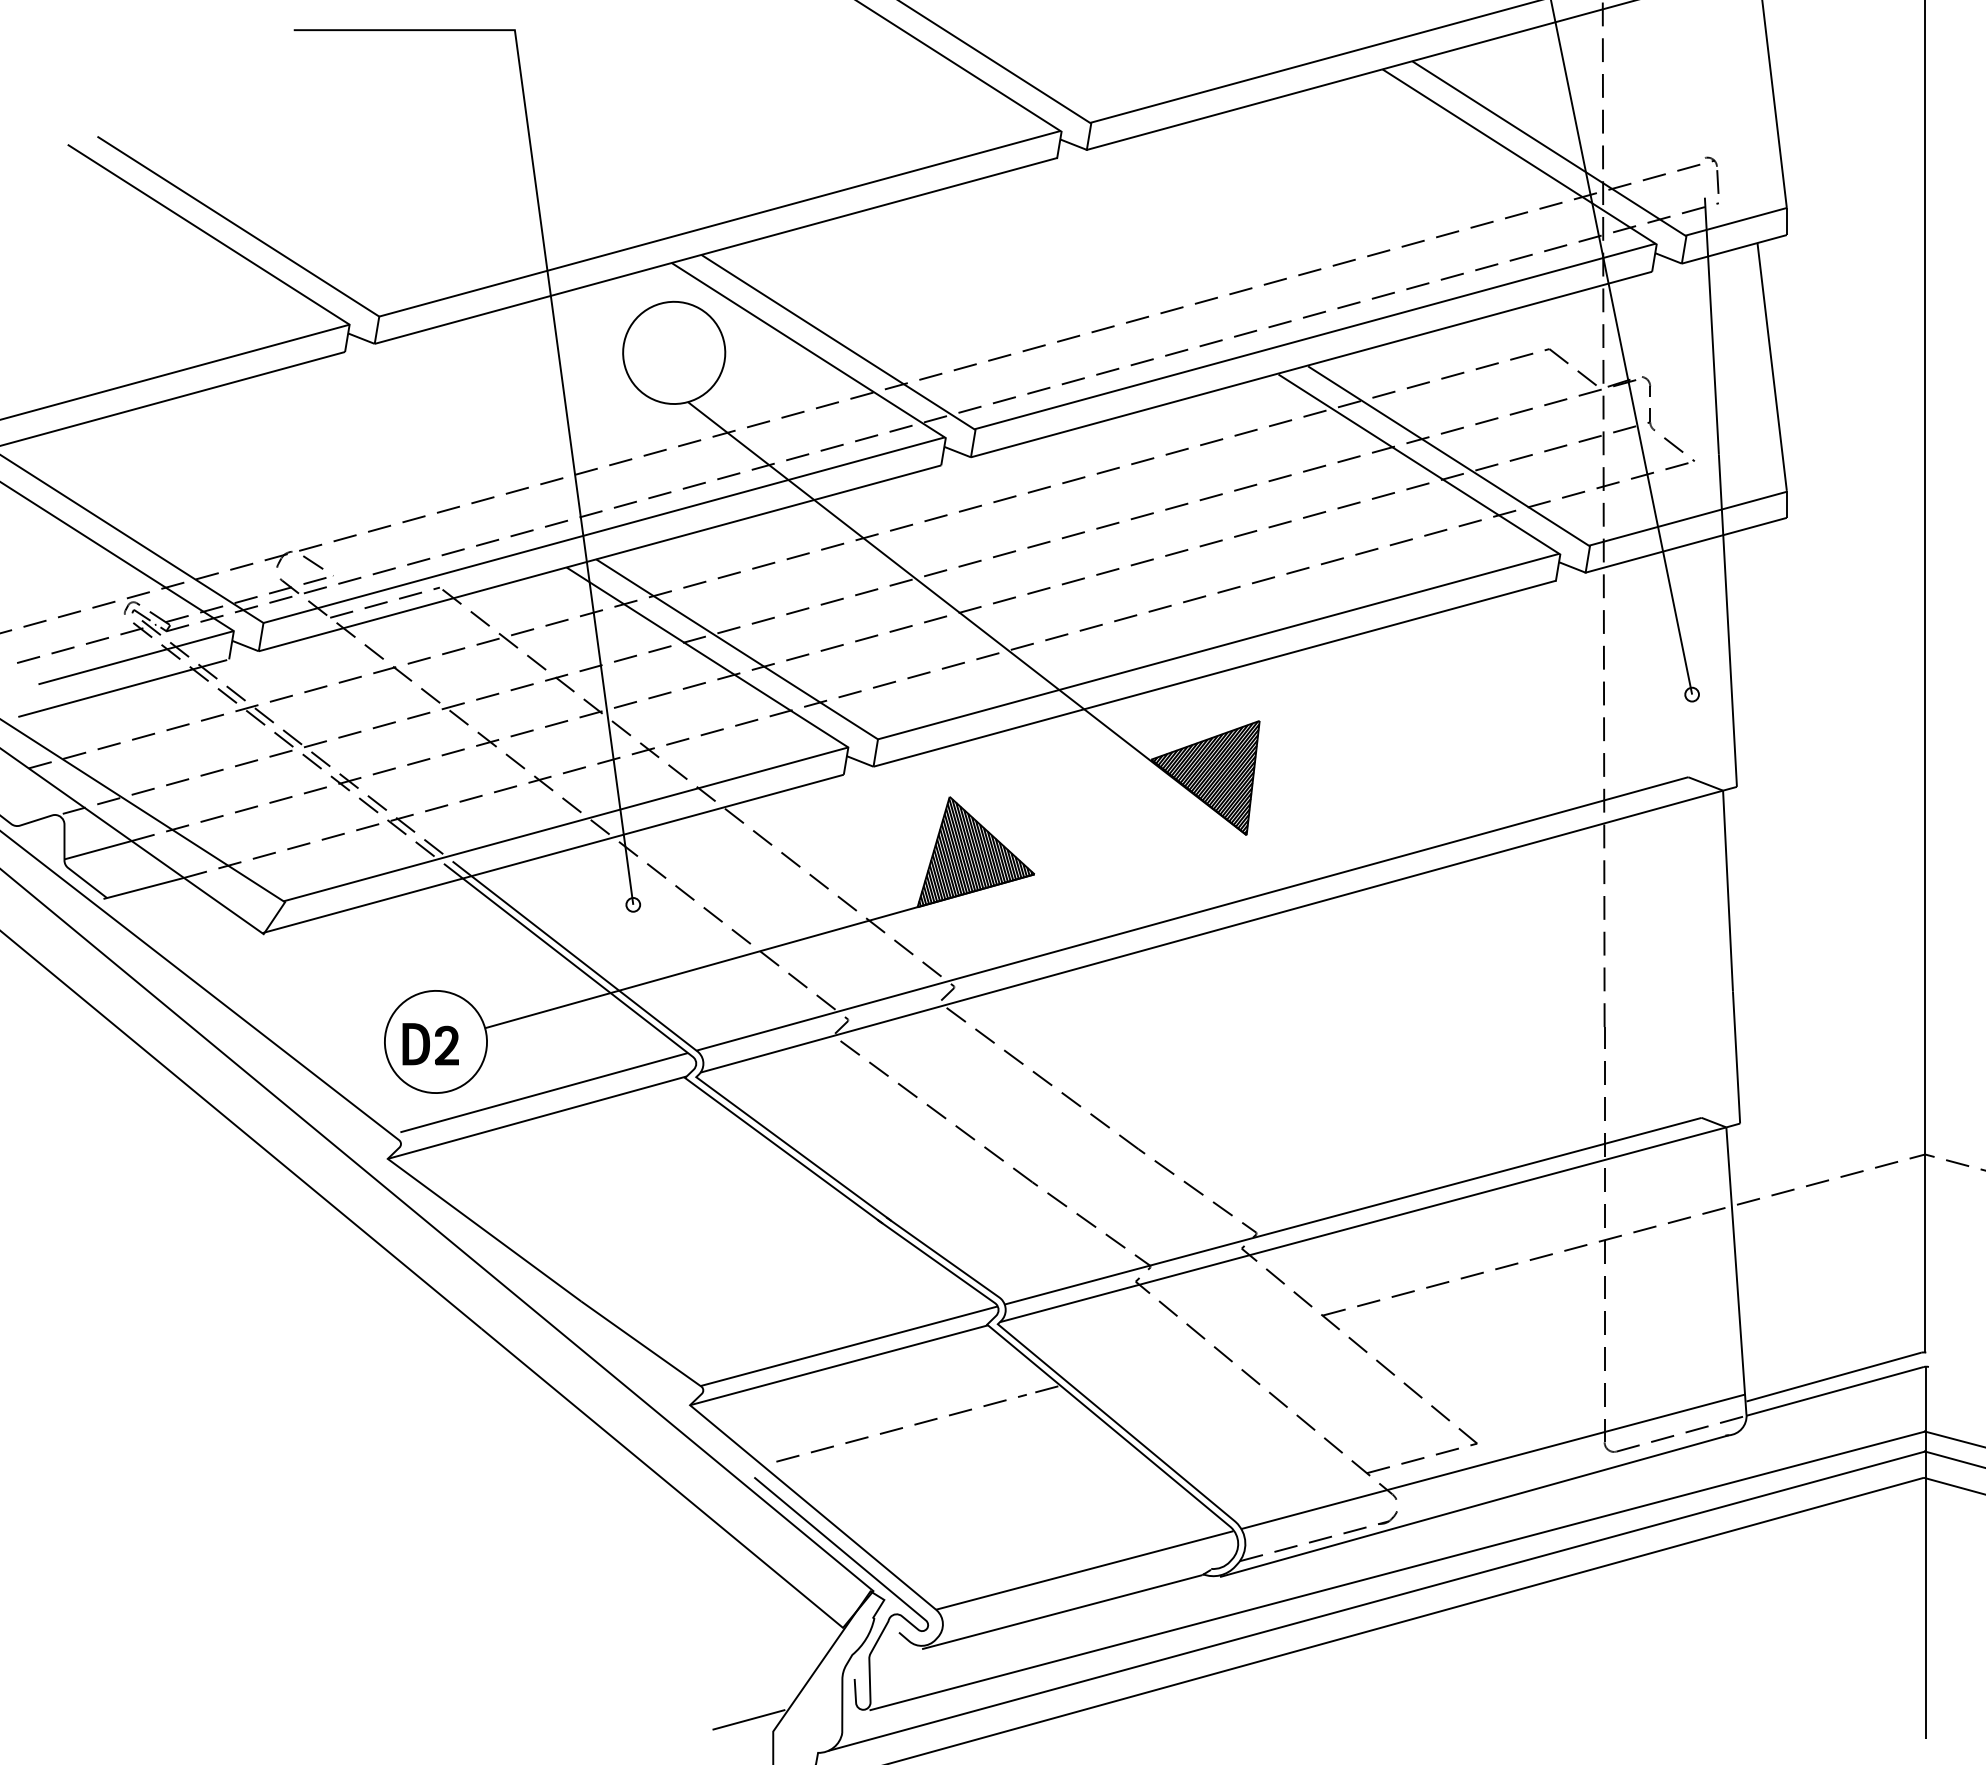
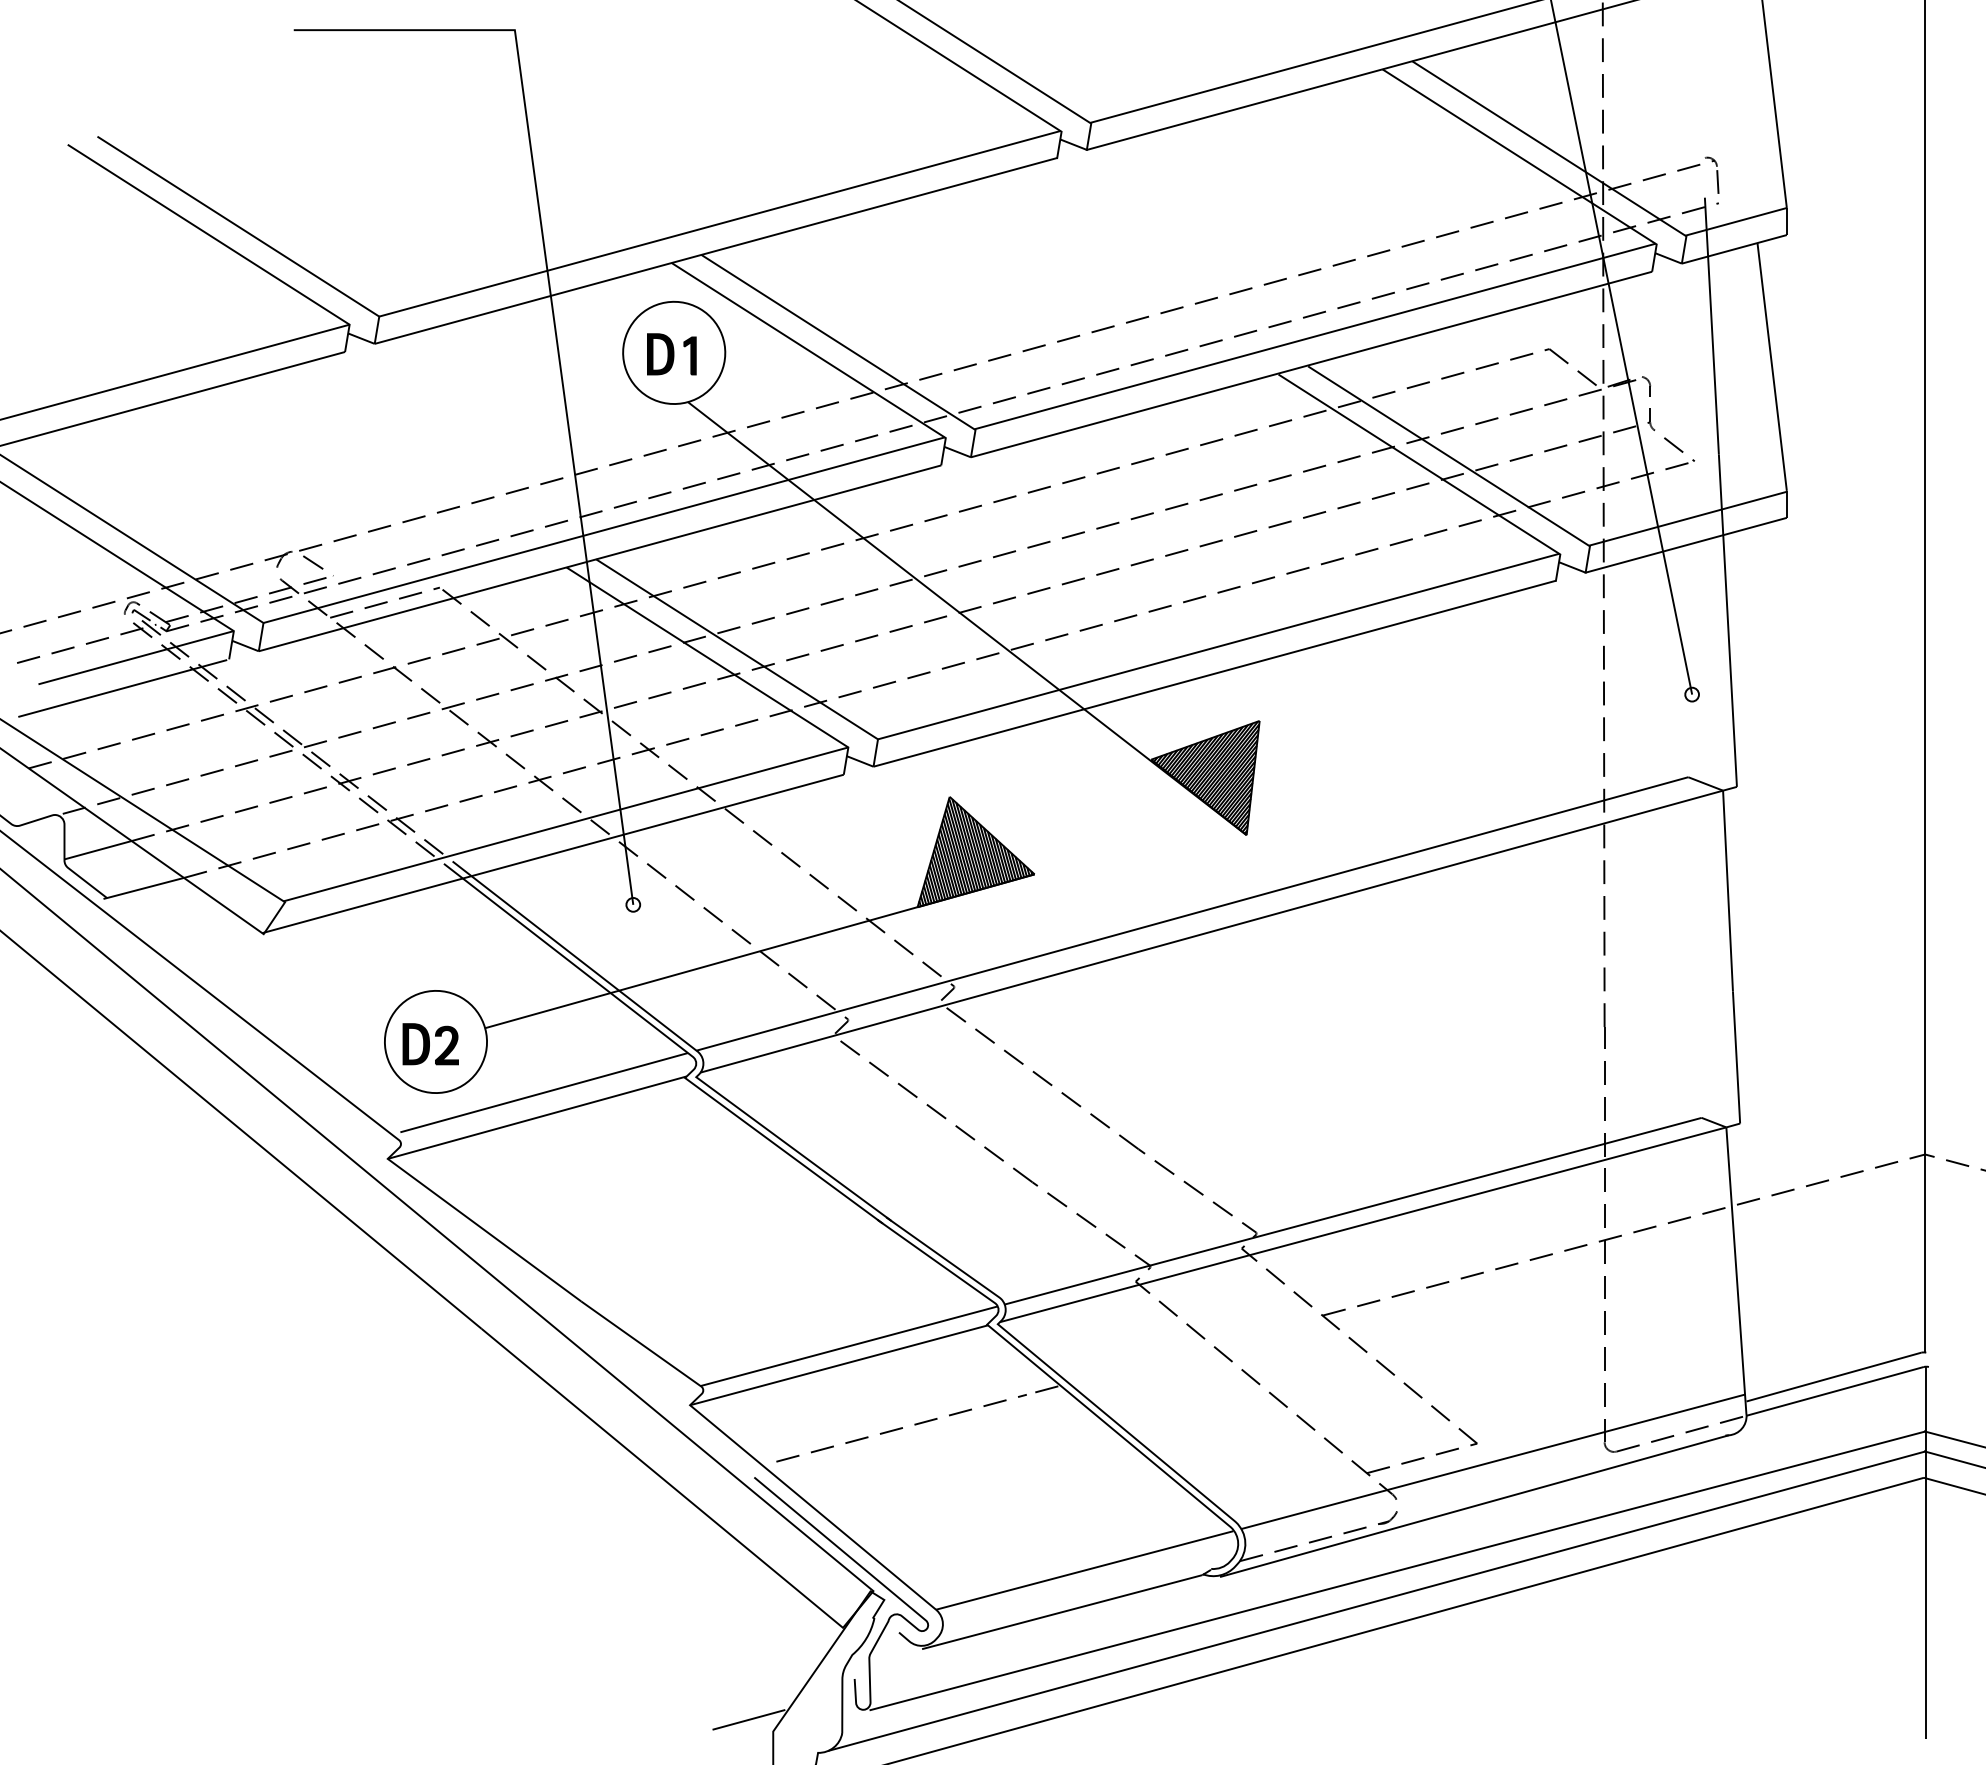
part at (671, 354): none -> present
